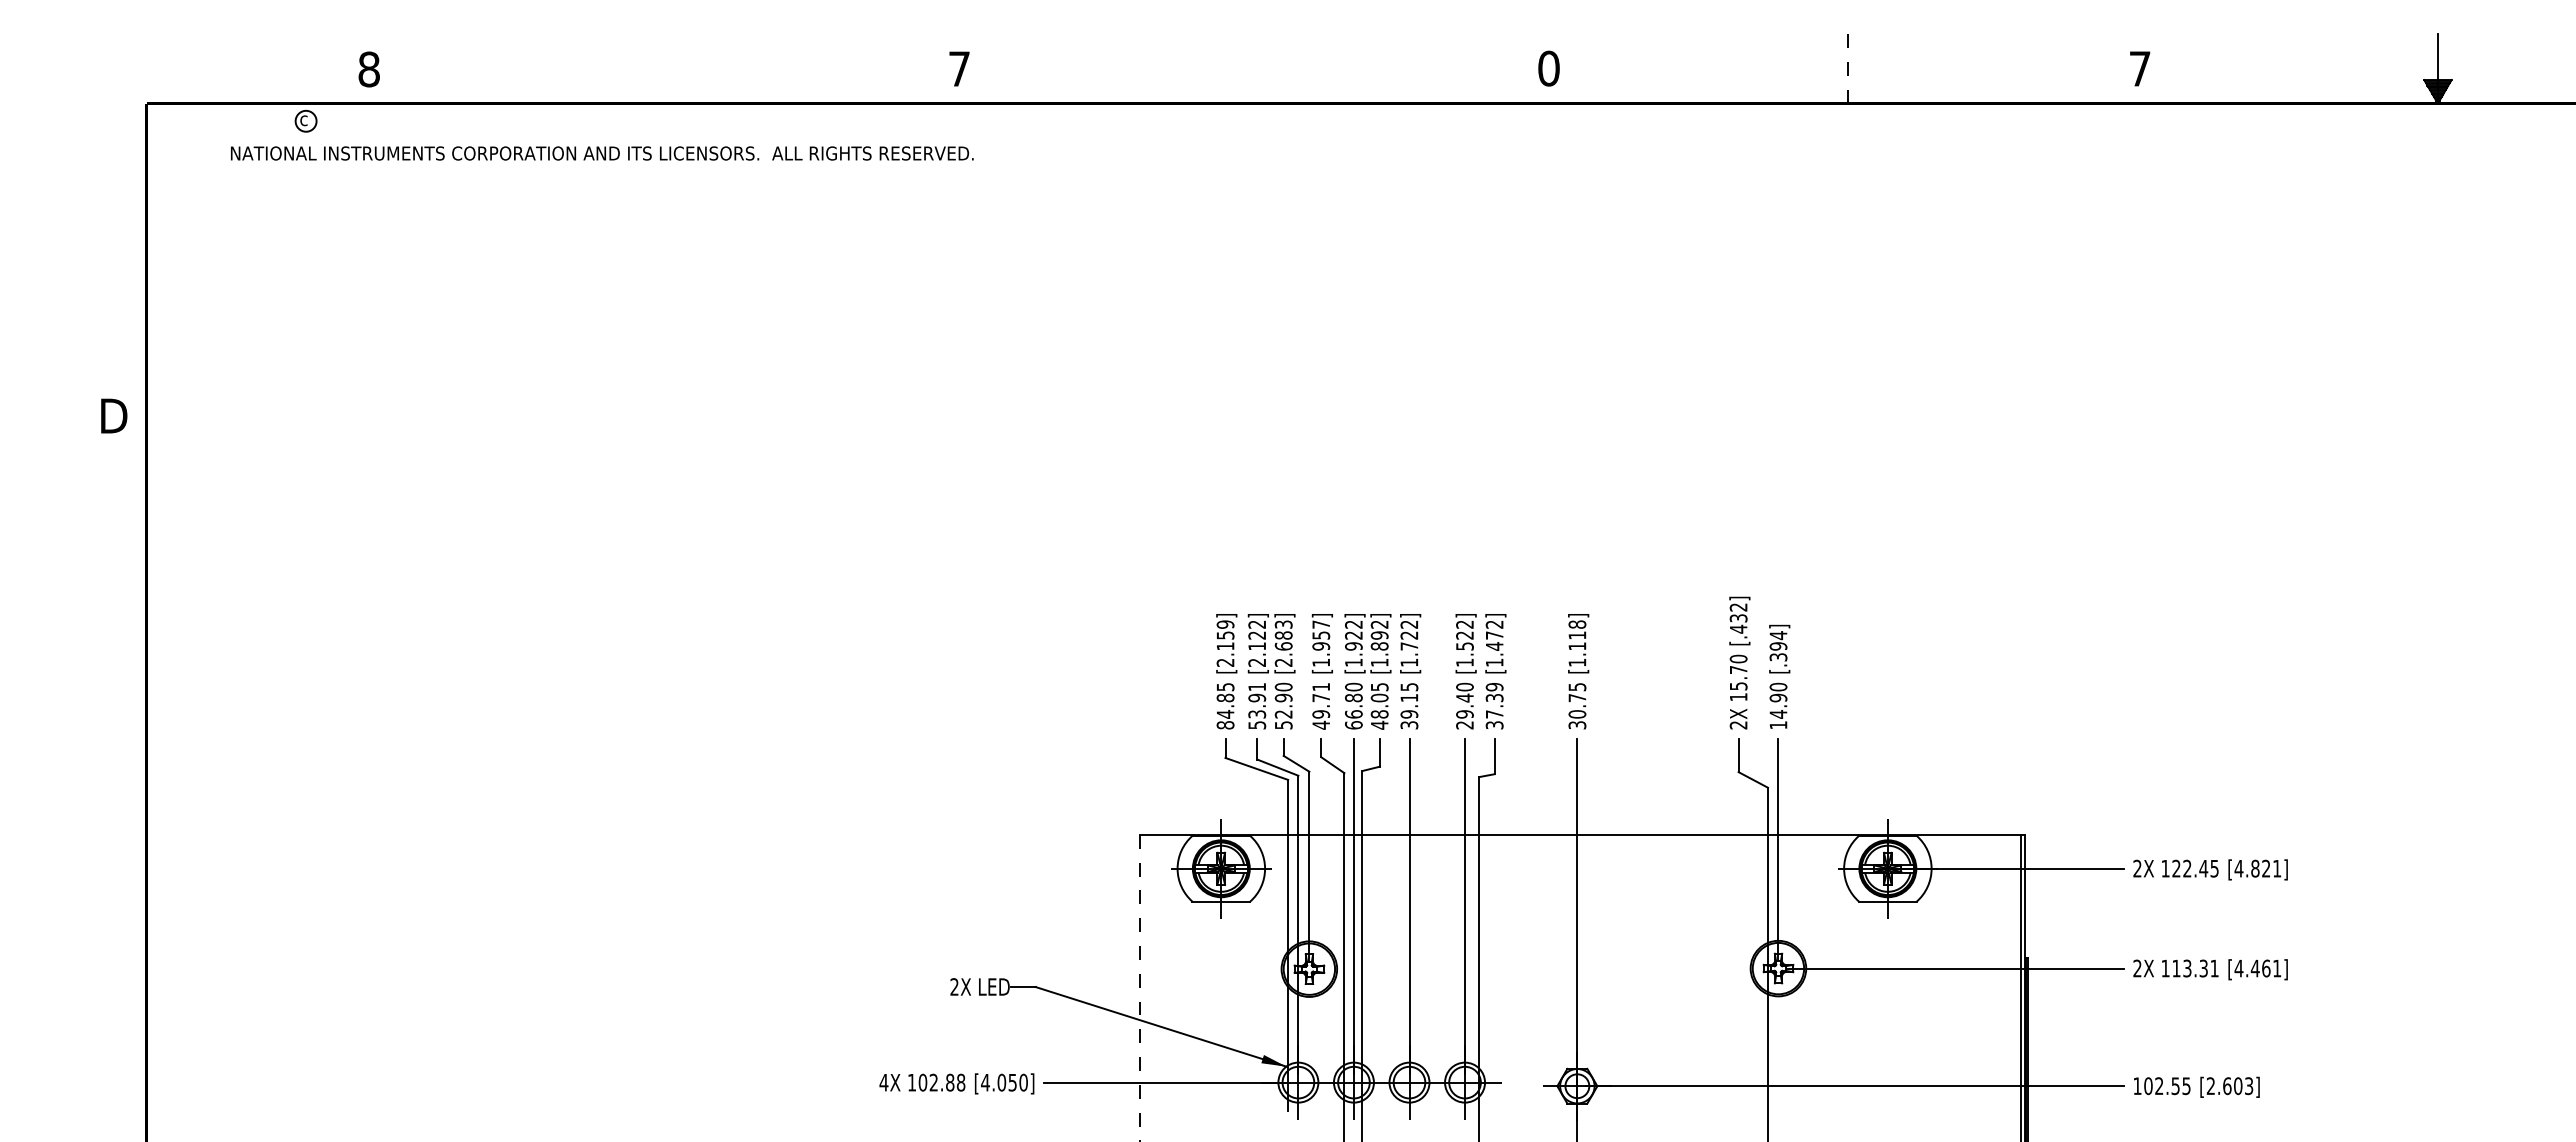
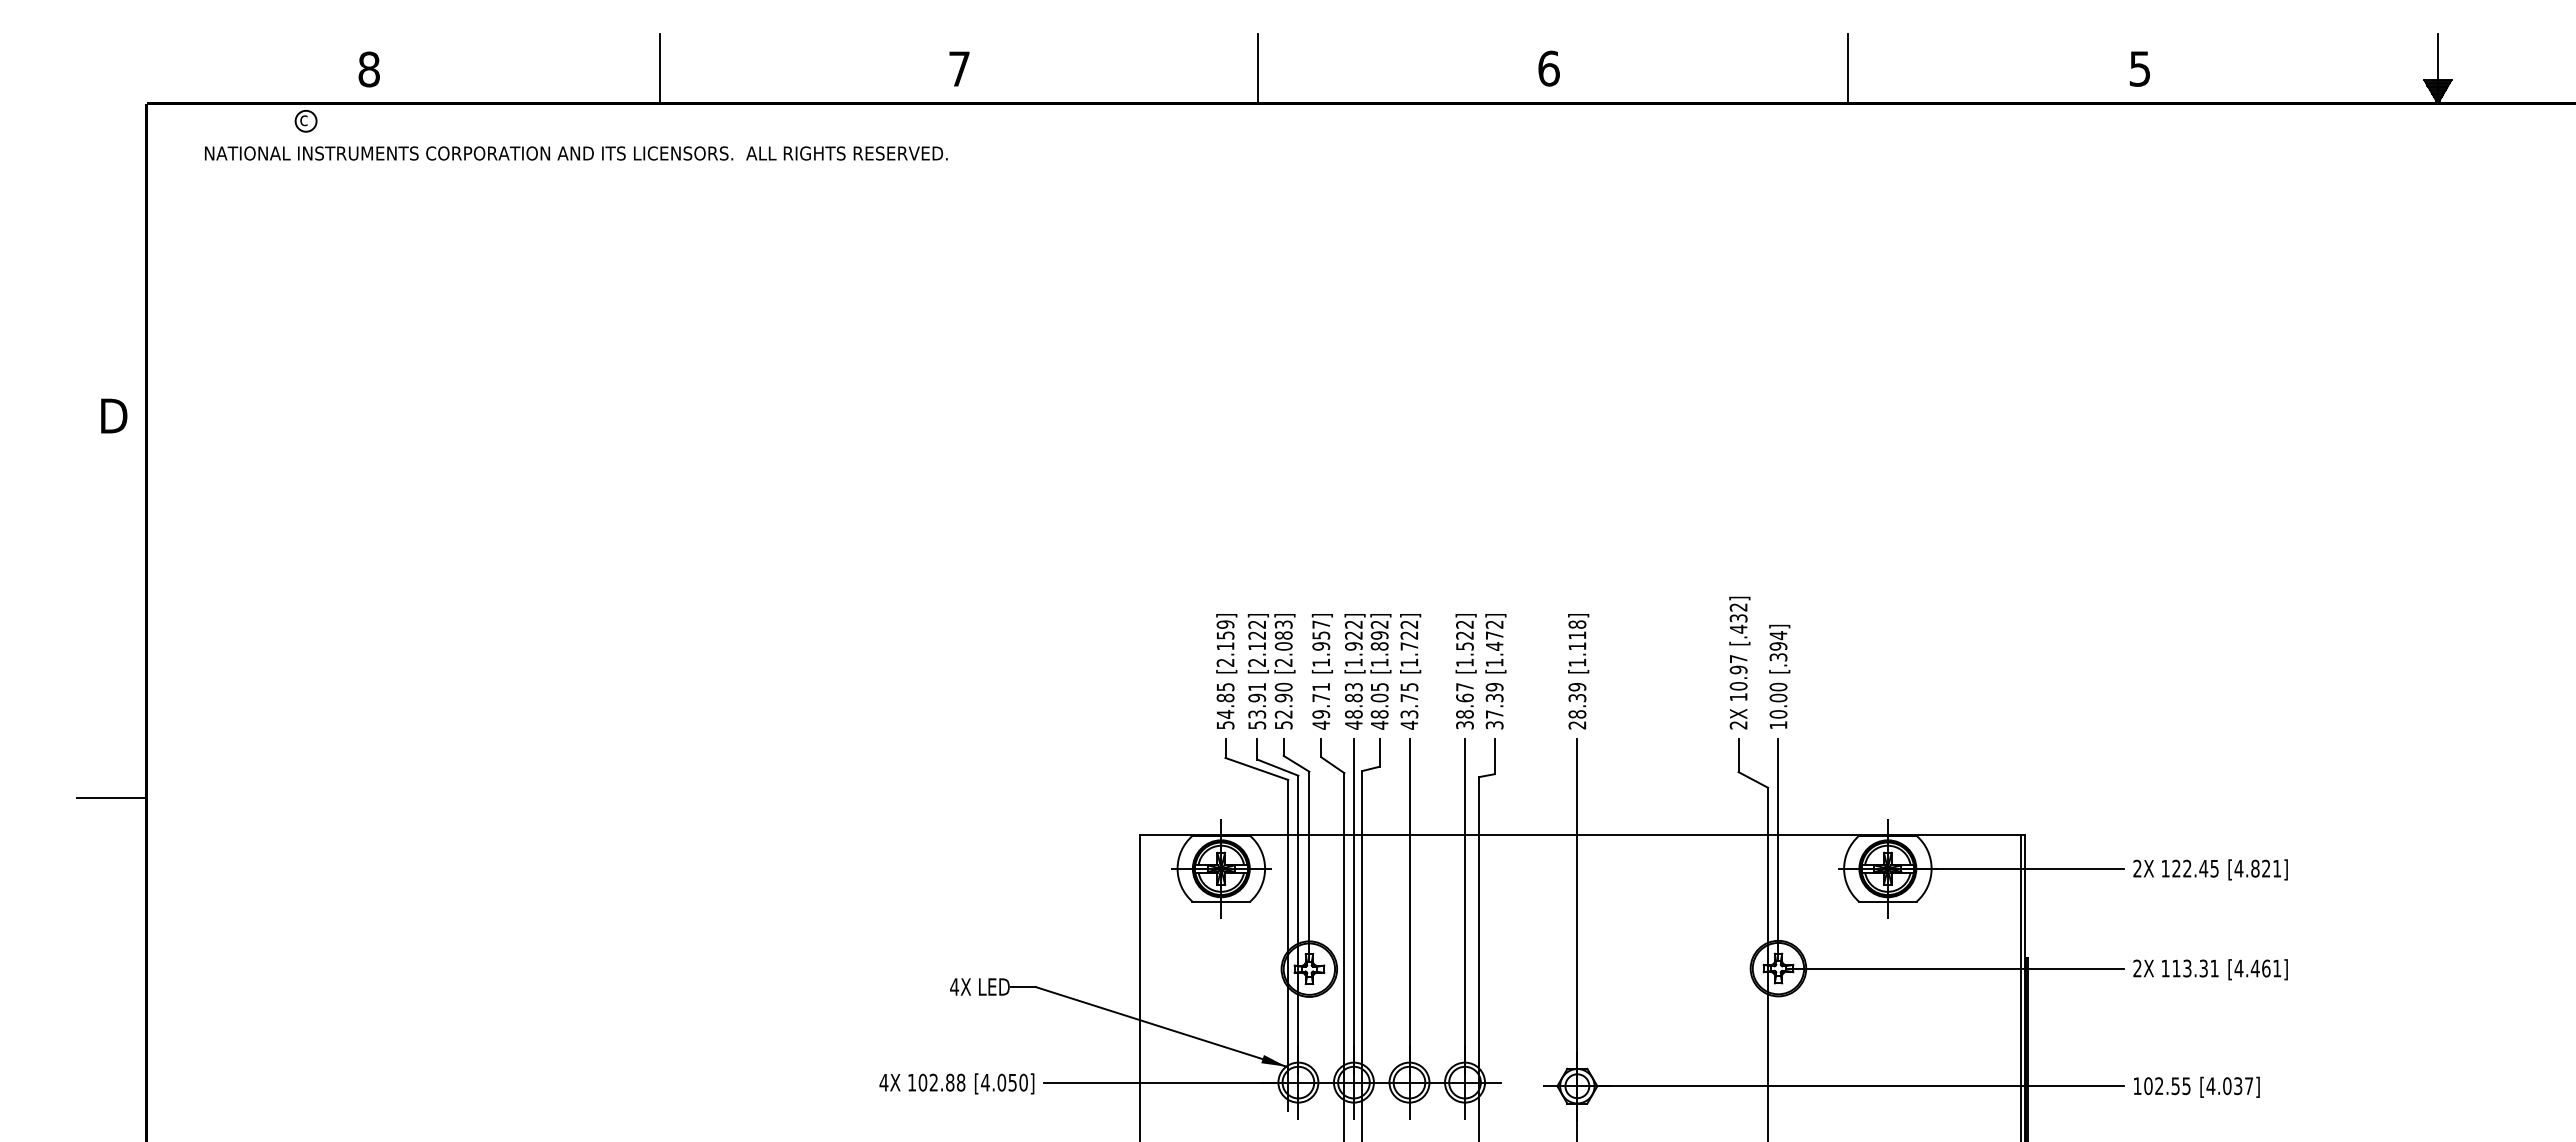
line at (660, 68): none -> present
line at (1257, 68): none -> present
text at (1548, 68): 0 -> 6
line at (1847, 68): dashed -> solid
text at (2139, 68): 7 -> 5
text at (602, 153) position: (602, 153) -> (576, 153)
text at (1283, 646): [2.683] -> [2.083]
text at (1738, 672): 15.70 -> 10.97
text at (1353, 705): 66.80 -> 48.83
text at (1464, 705): 29.40 -> 38.67
text at (1778, 705): 14.90 -> 10.00
text at (1577, 706): 30.75 -> 28.39
text at (1409, 711): 39.15 -> 43.75
text at (1225, 725): 84.85 -> 54.85
line at (111, 797): none -> present
text at (954, 986): 2X -> 4X
line at (1139, 988): dashed -> solid
text at (2229, 1086): [2.603] -> [4.037]
